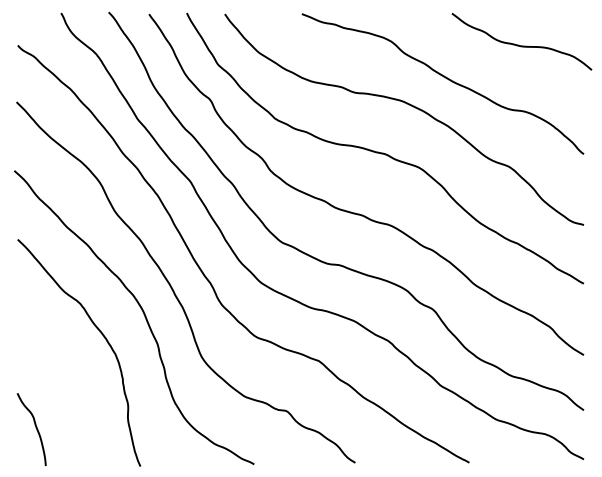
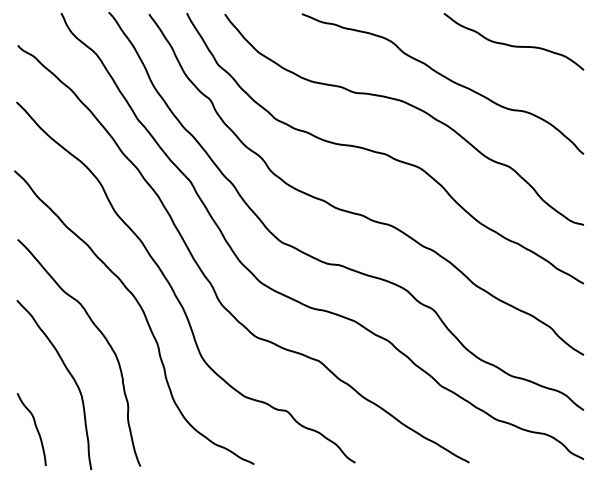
curve at (521, 45) position: (521, 45) -> (513, 45)
curve at (69, 374): none -> present
